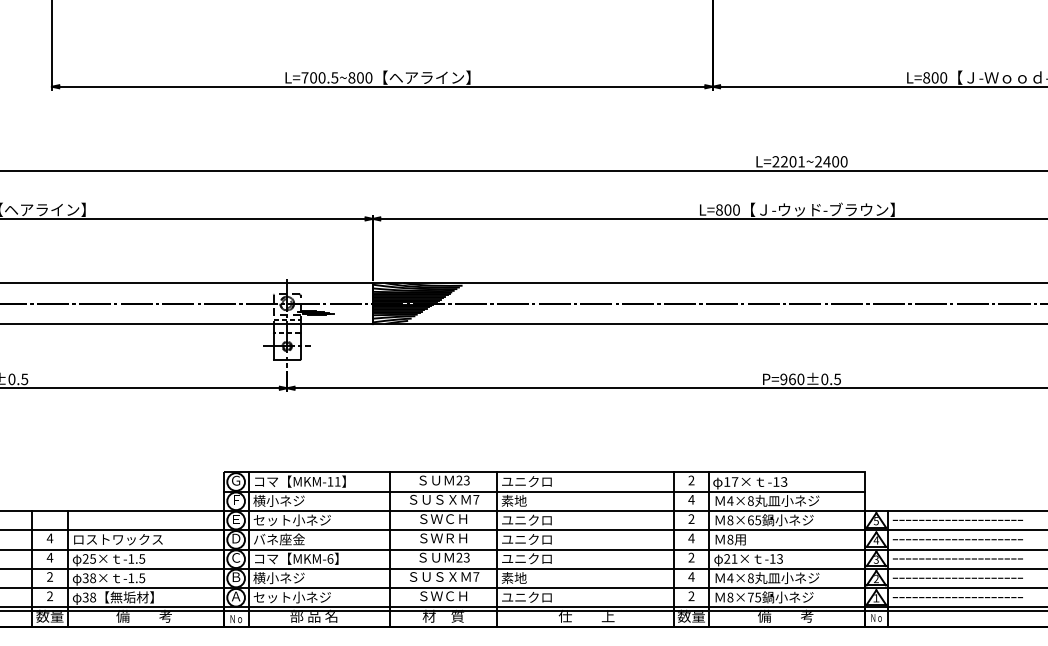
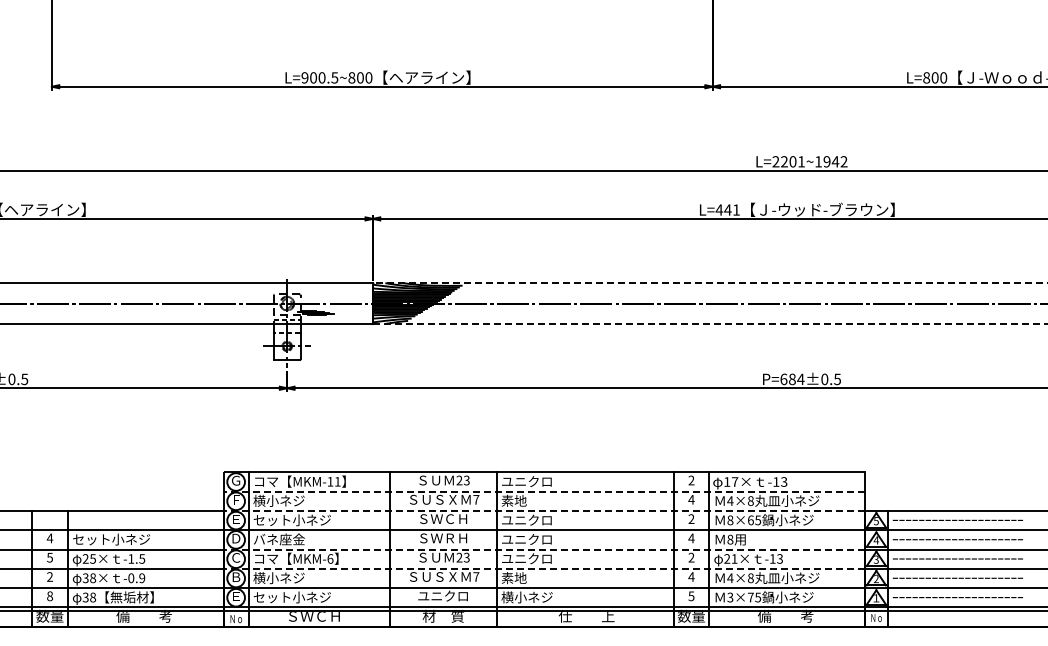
text at (304, 77): L=700.5~800 -> L=900.5~800
text at (831, 161): L=2201~2400 -> L=2201~1942
text at (727, 209): L=800 -> L=441
line at (710, 283): solid -> dashed
line at (710, 323): solid -> dashed
text at (792, 379): P=960±0.5 -> P=684±0.5
line at (544, 491): solid -> dashed
line at (544, 510): solid -> dashed
text at (117, 539): ロストワックス -> セット小ネジ
line at (544, 549): solid -> dashed
text at (49, 557): 4 -> 5
line at (544, 568): solid -> dashed
text at (136, 578): -1.5 -> -0.9
text at (442, 595): ＳＷＣＨ -> ユニクロ
text at (50, 596): 2 -> 8
text at (236, 596): Ａ -> Ｅ
text at (691, 596): 2 -> 5
text at (730, 596): 8×75 -> 3×75
text at (526, 597): ユニクロ -> 横小ネジ
text at (314, 615): 部 品 名 -> ＳＷＣＨ
